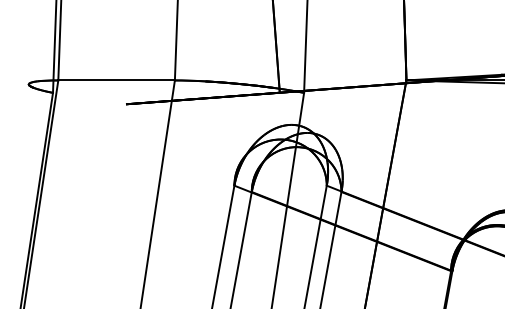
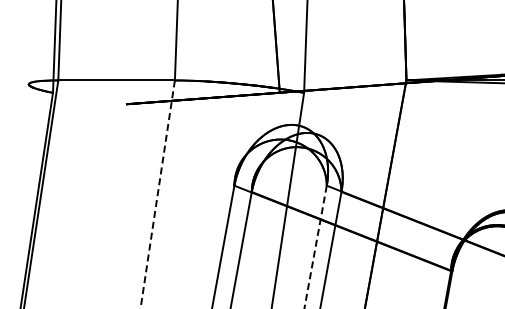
line at (157, 195): solid -> dashed
line at (315, 247): solid -> dashed
